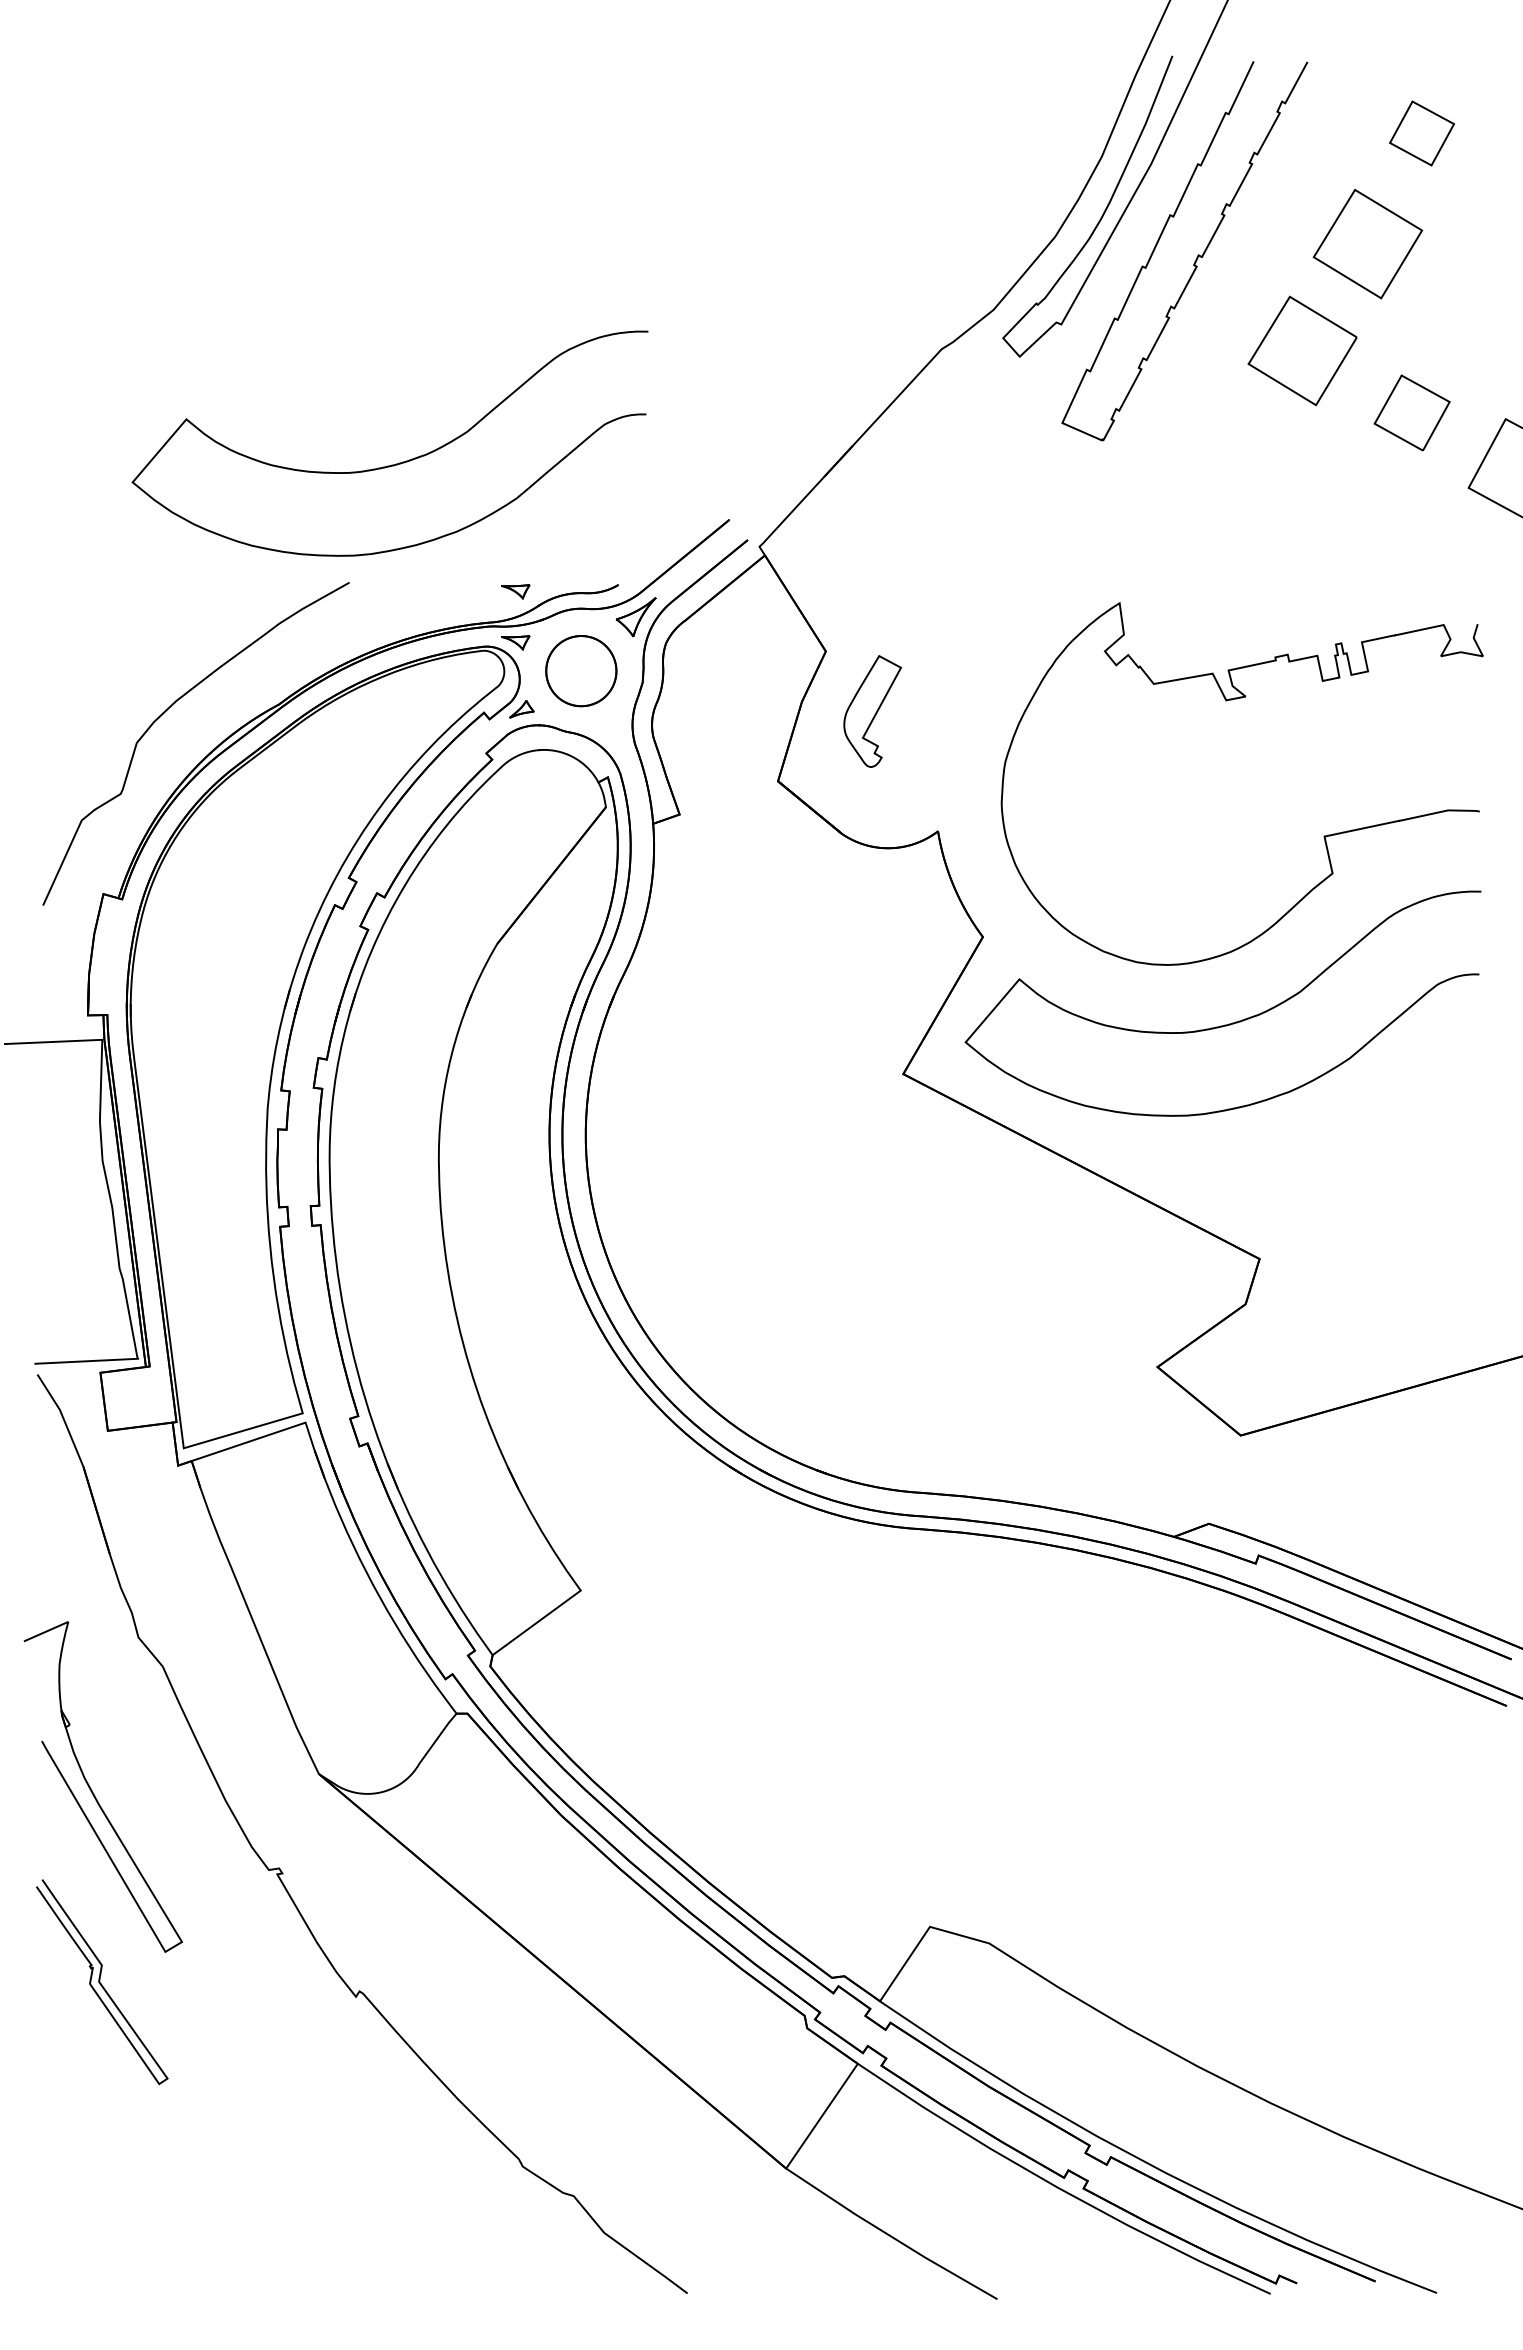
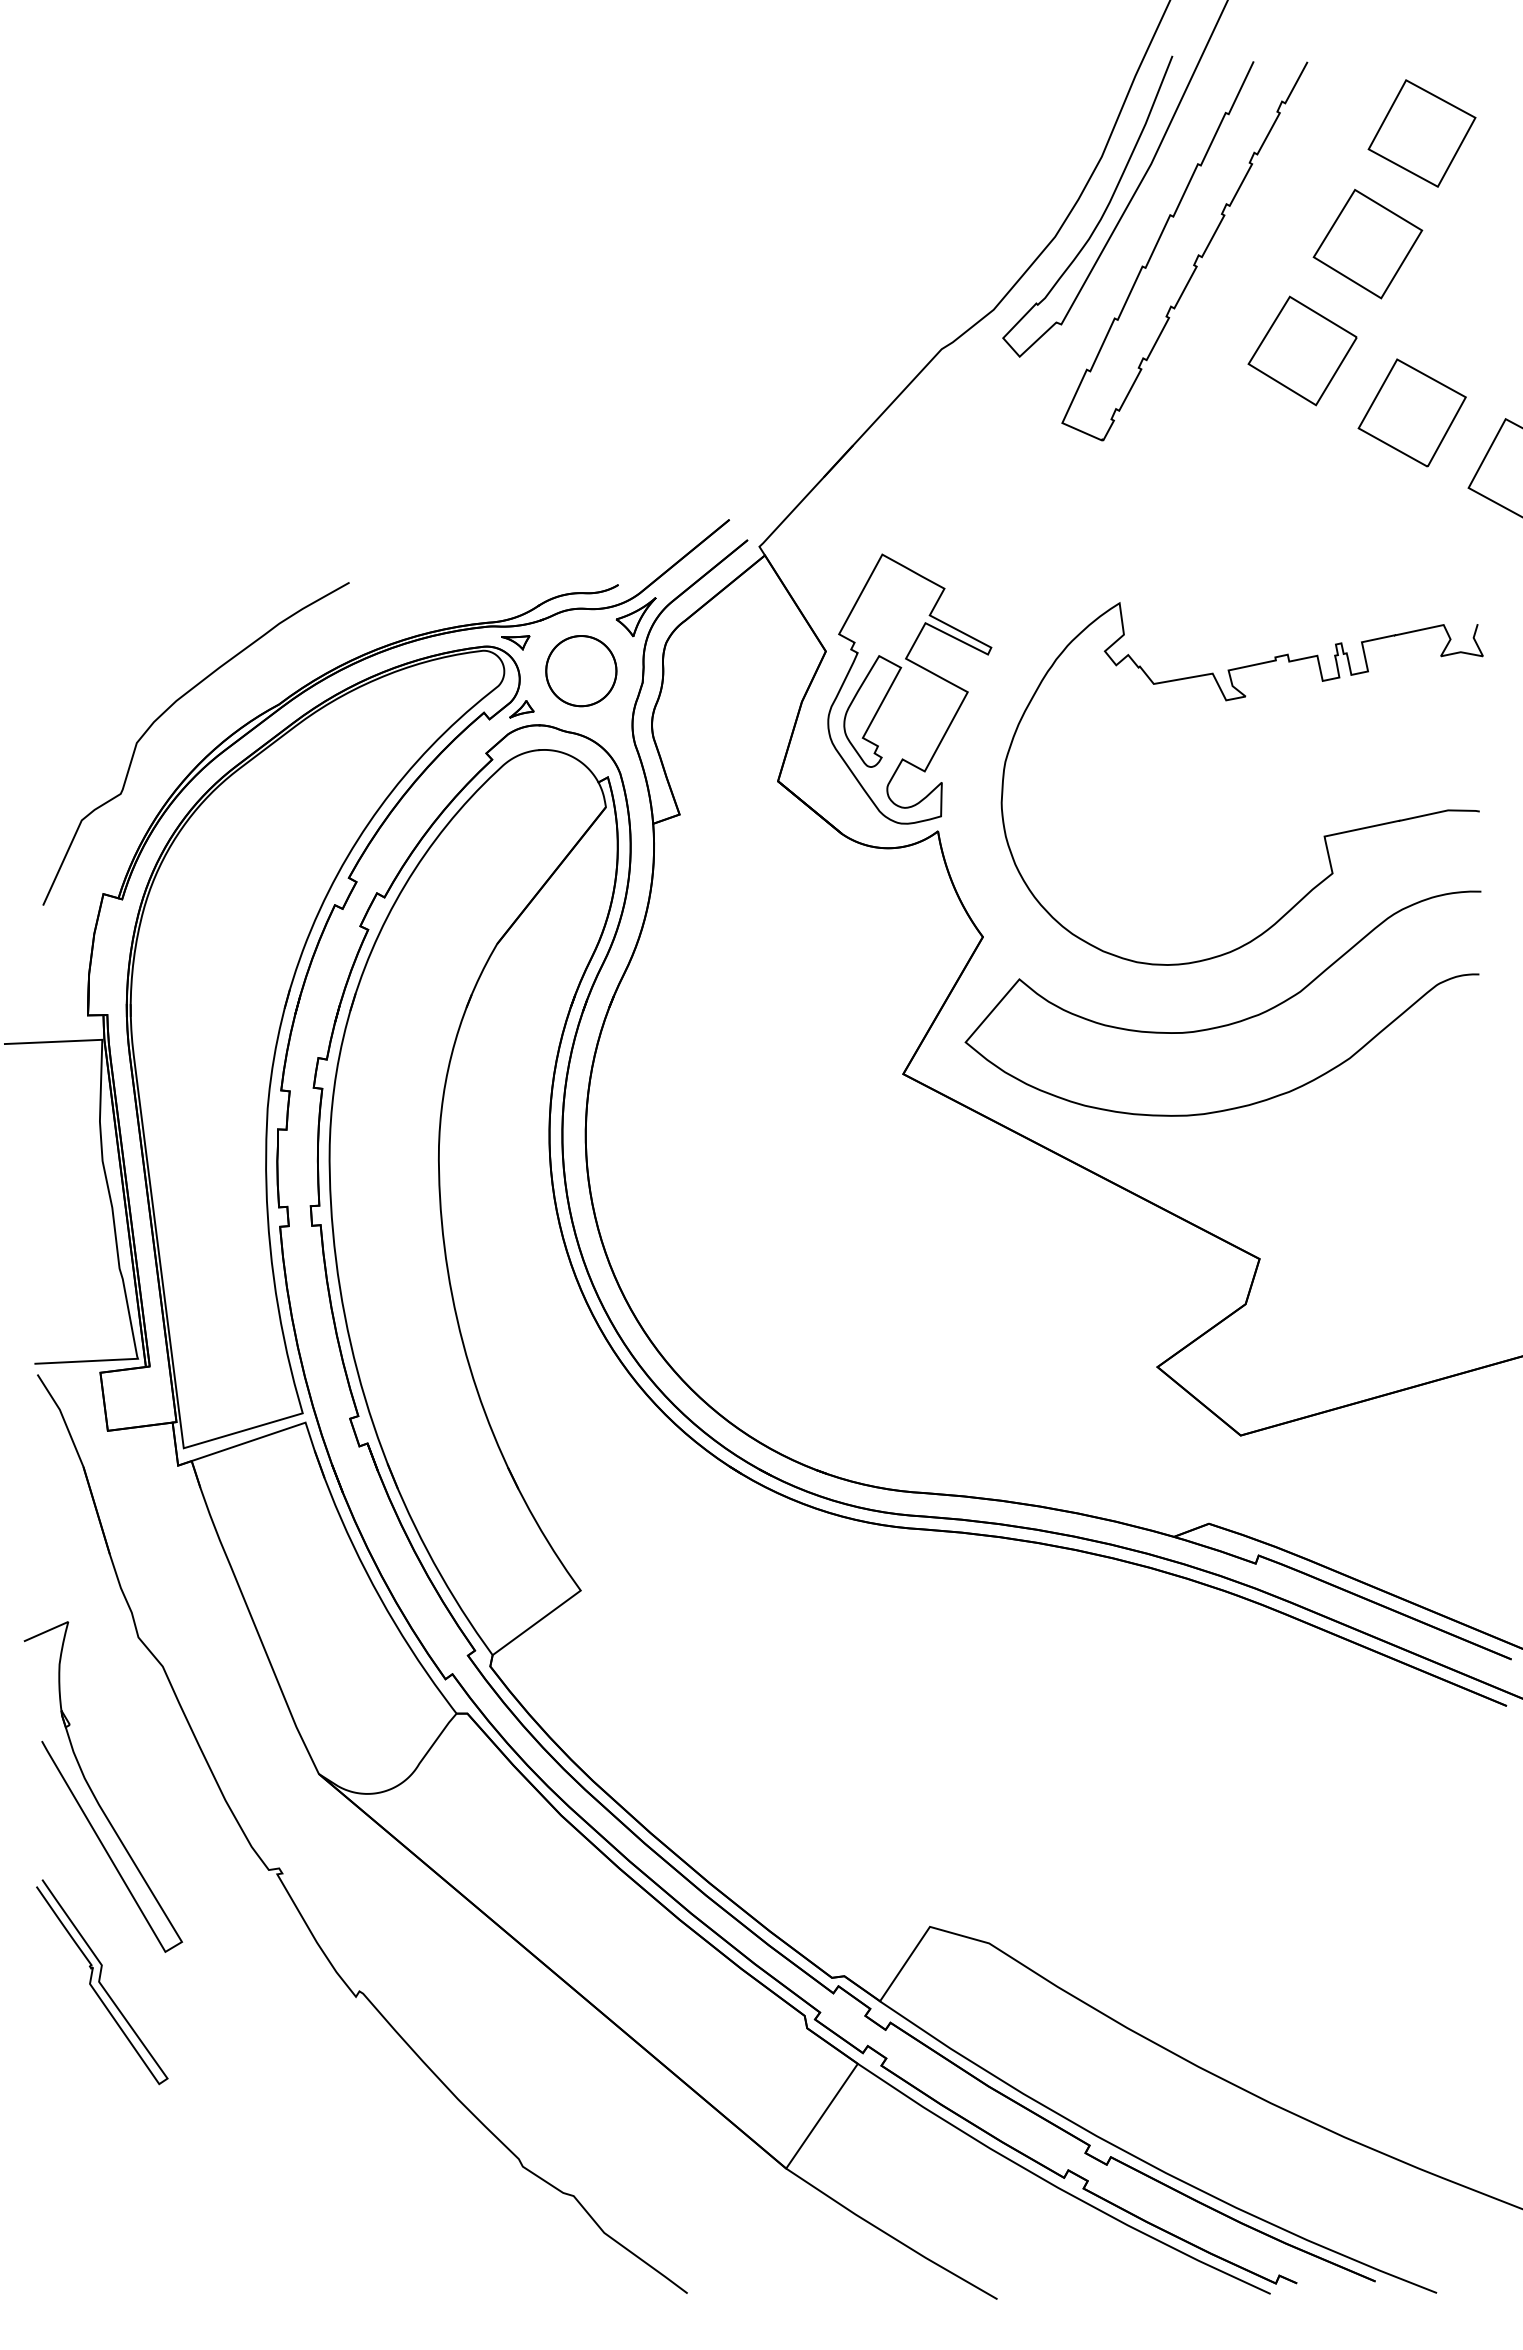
part at (1422, 133) size: 67x67 px -> 110x109 px
part at (1411, 412) size: 78x78 px -> 110x110 px
curve at (391, 464): present -> none
part at (515, 591): present -> none
part at (909, 688): none -> present
